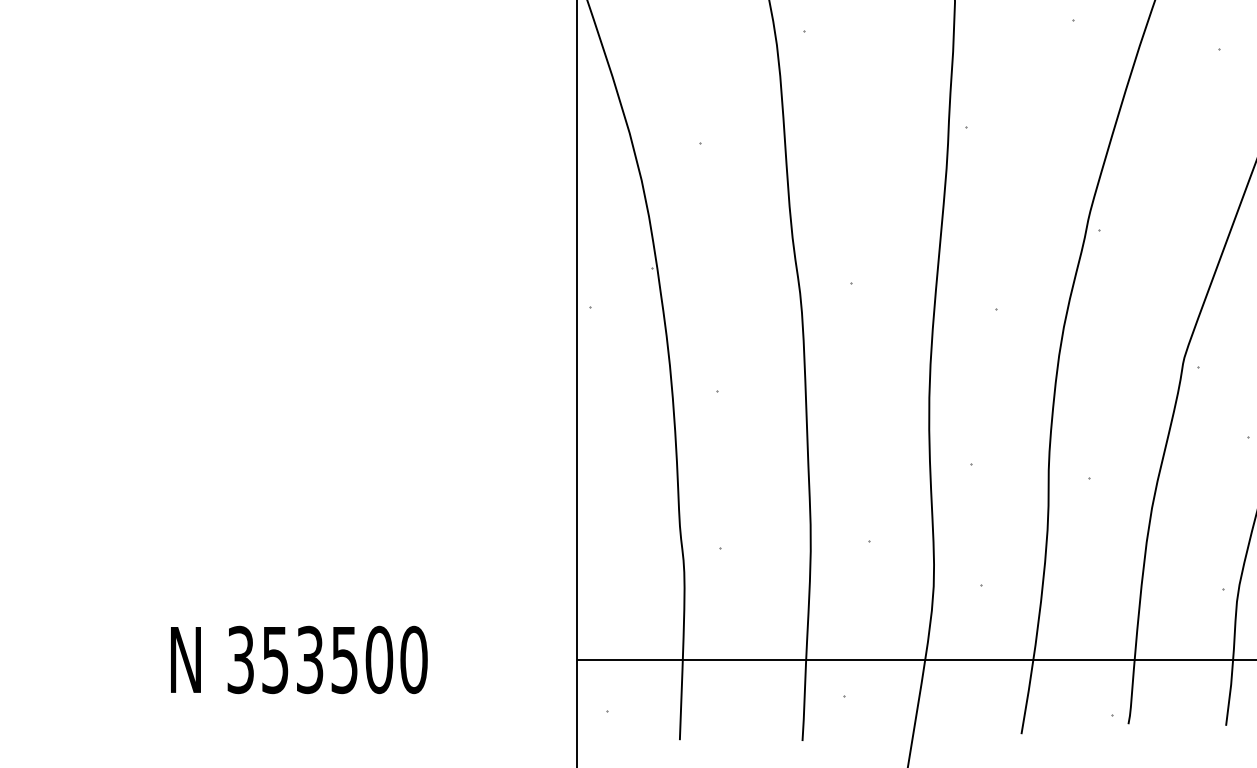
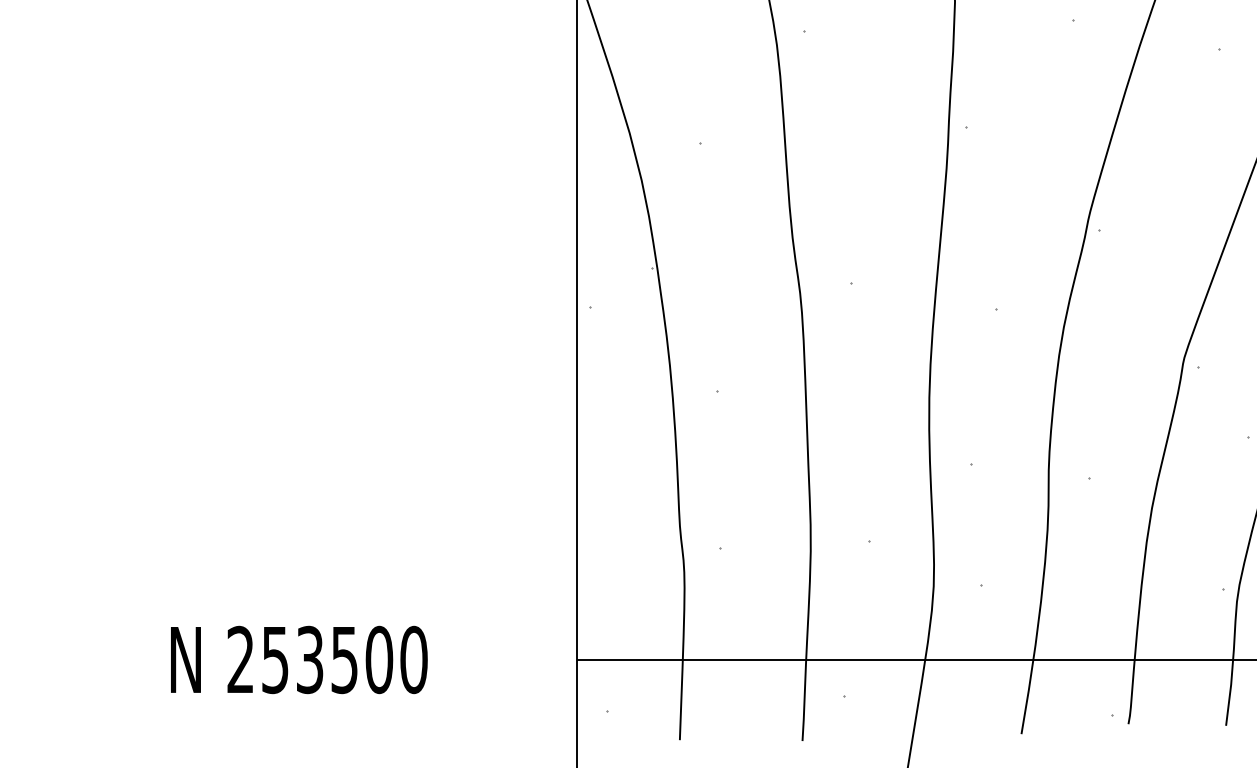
text at (240, 660): 353500 -> 253500
